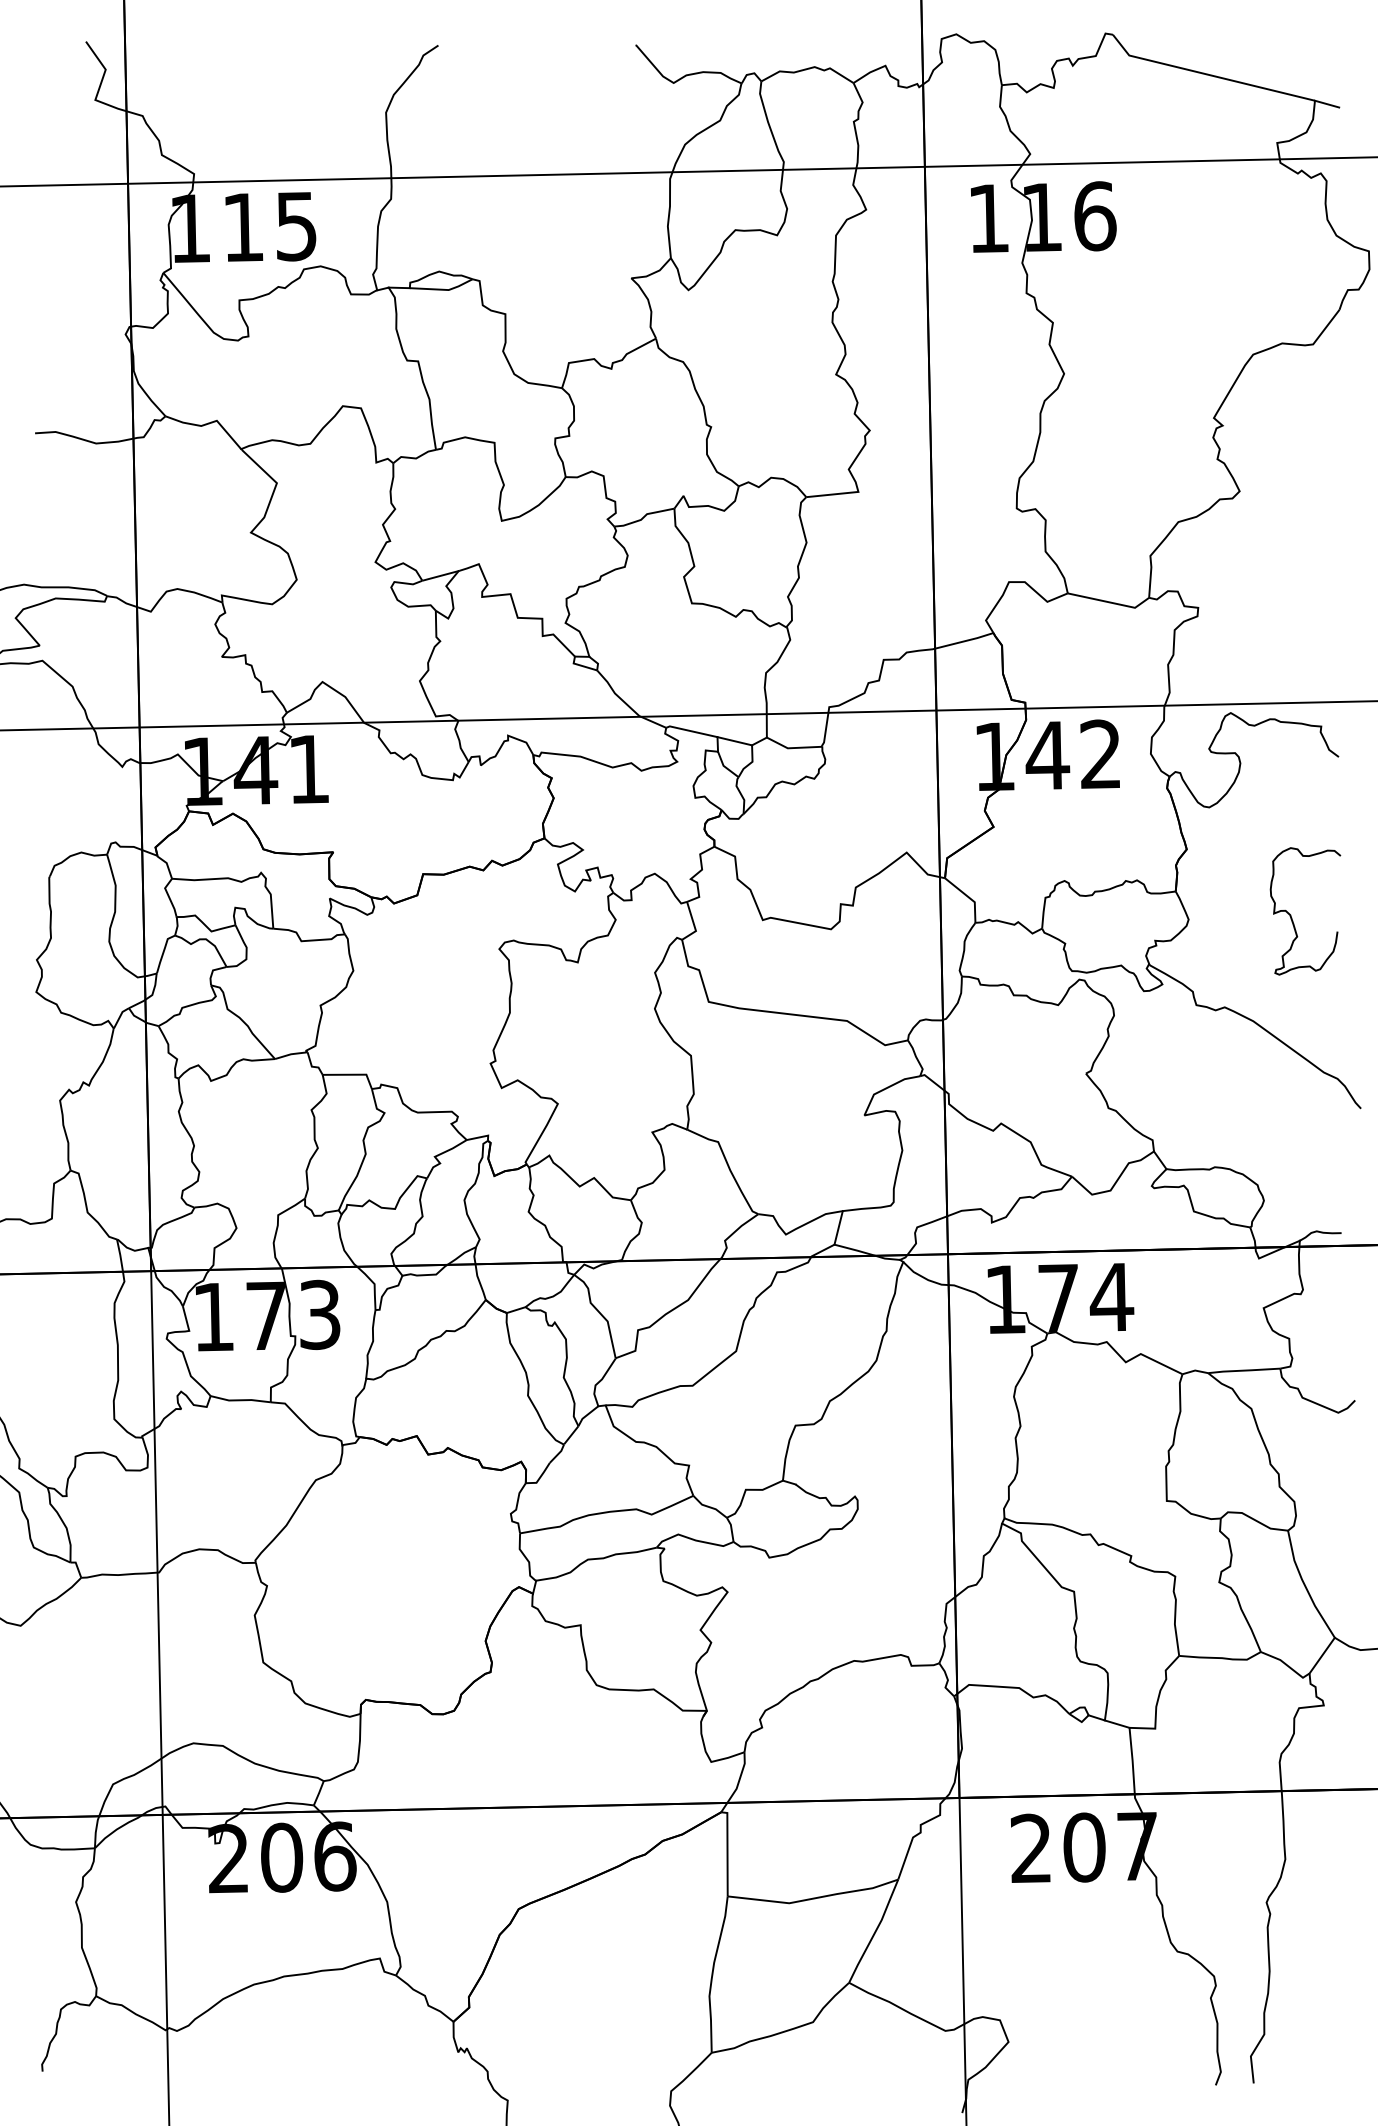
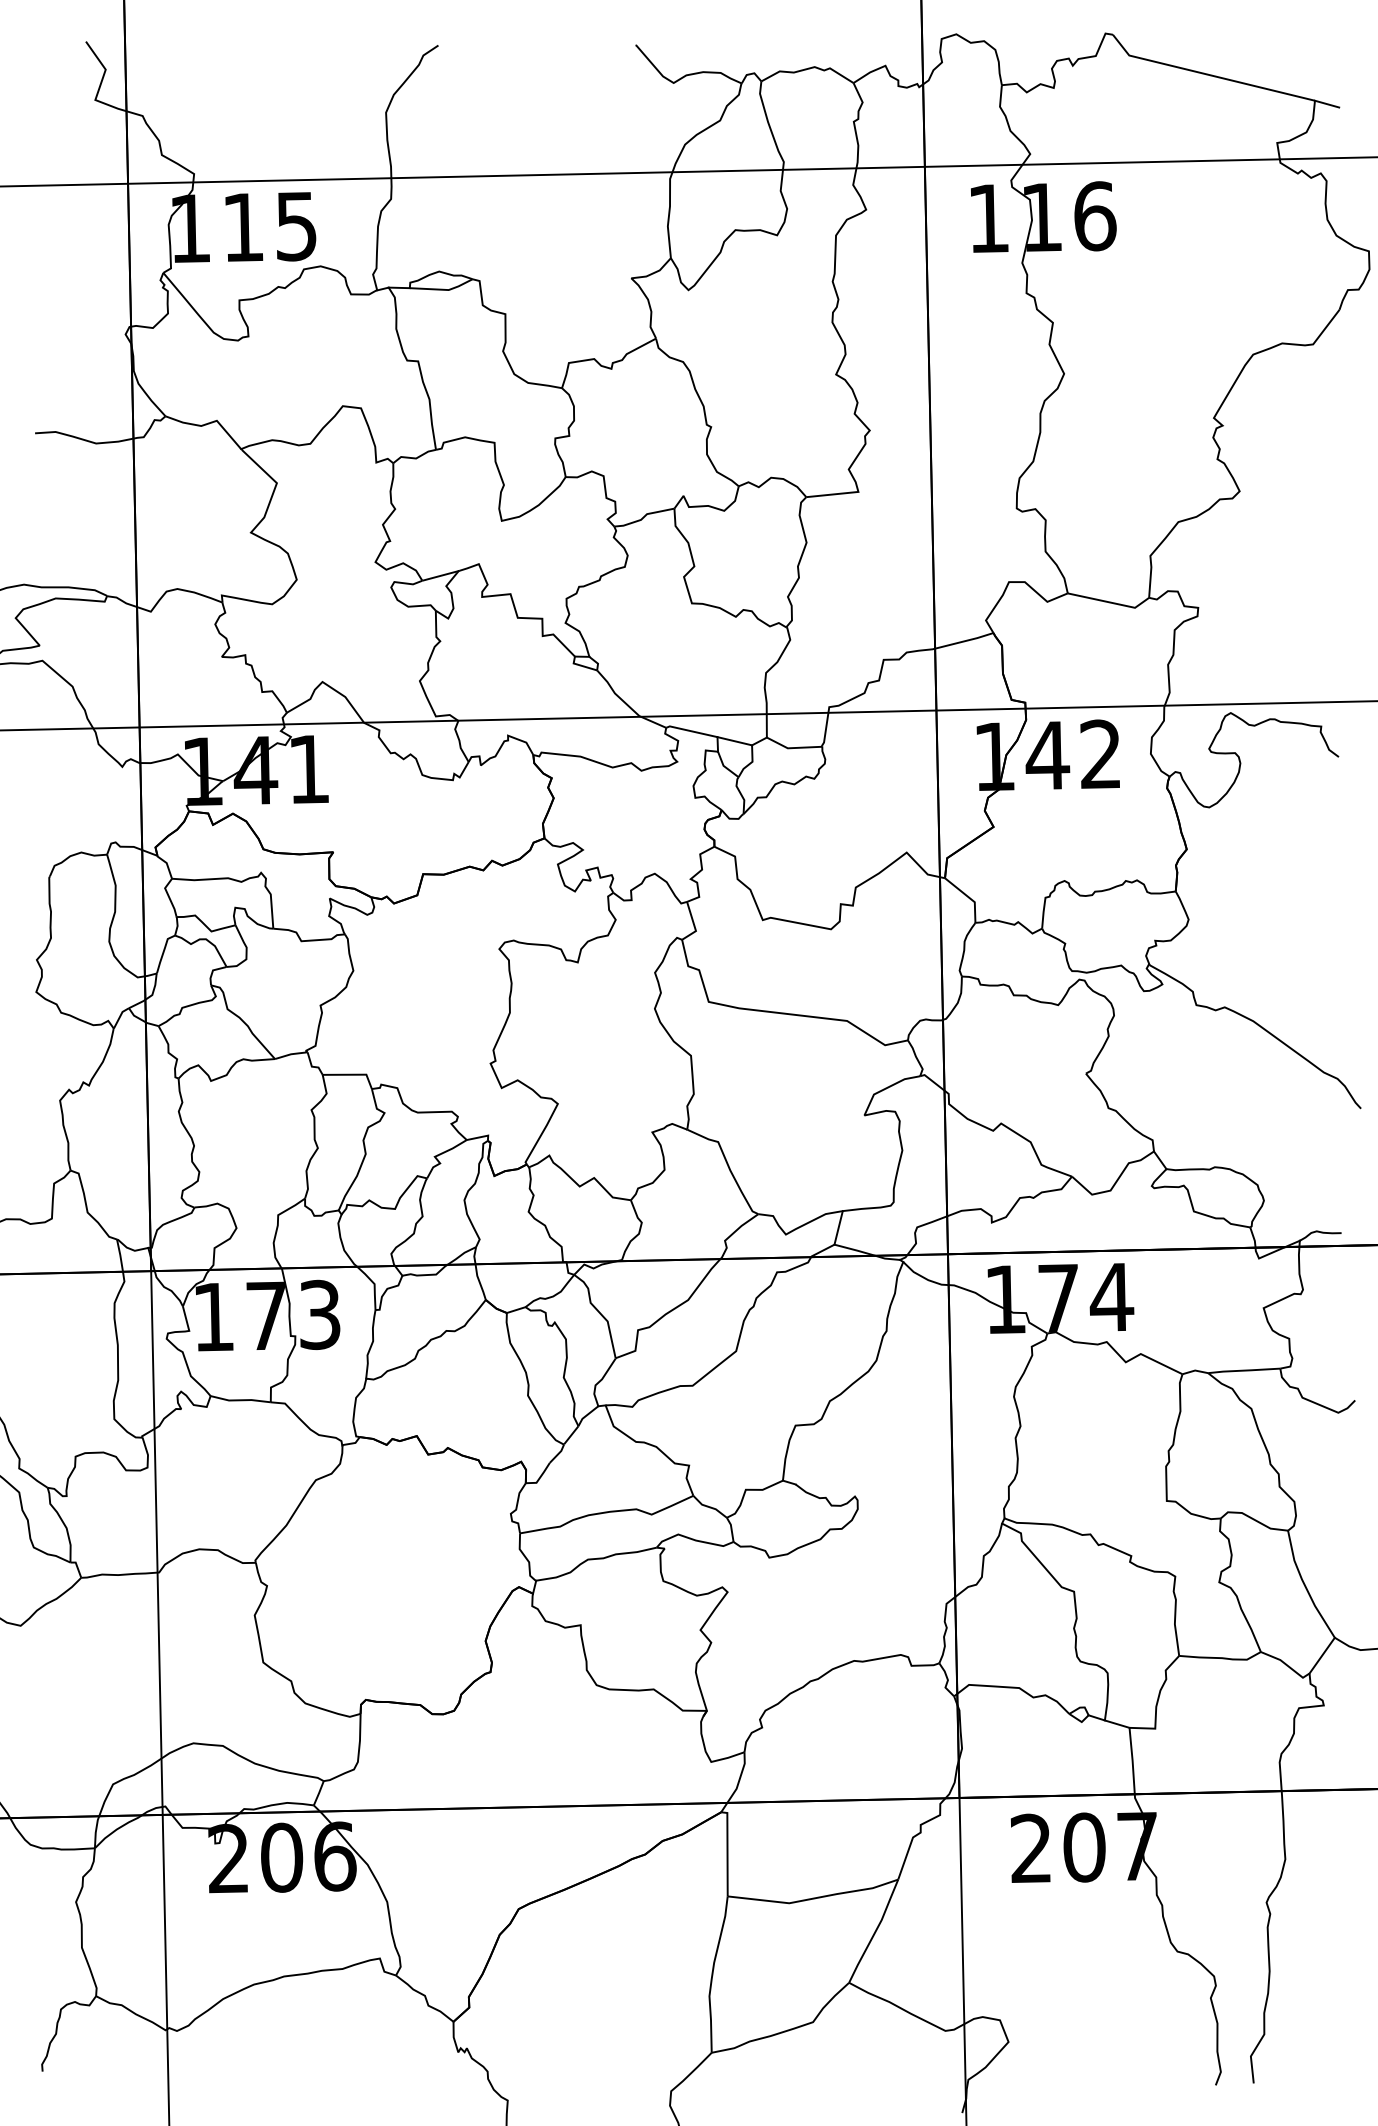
curve at (1291, 915): present -> none
